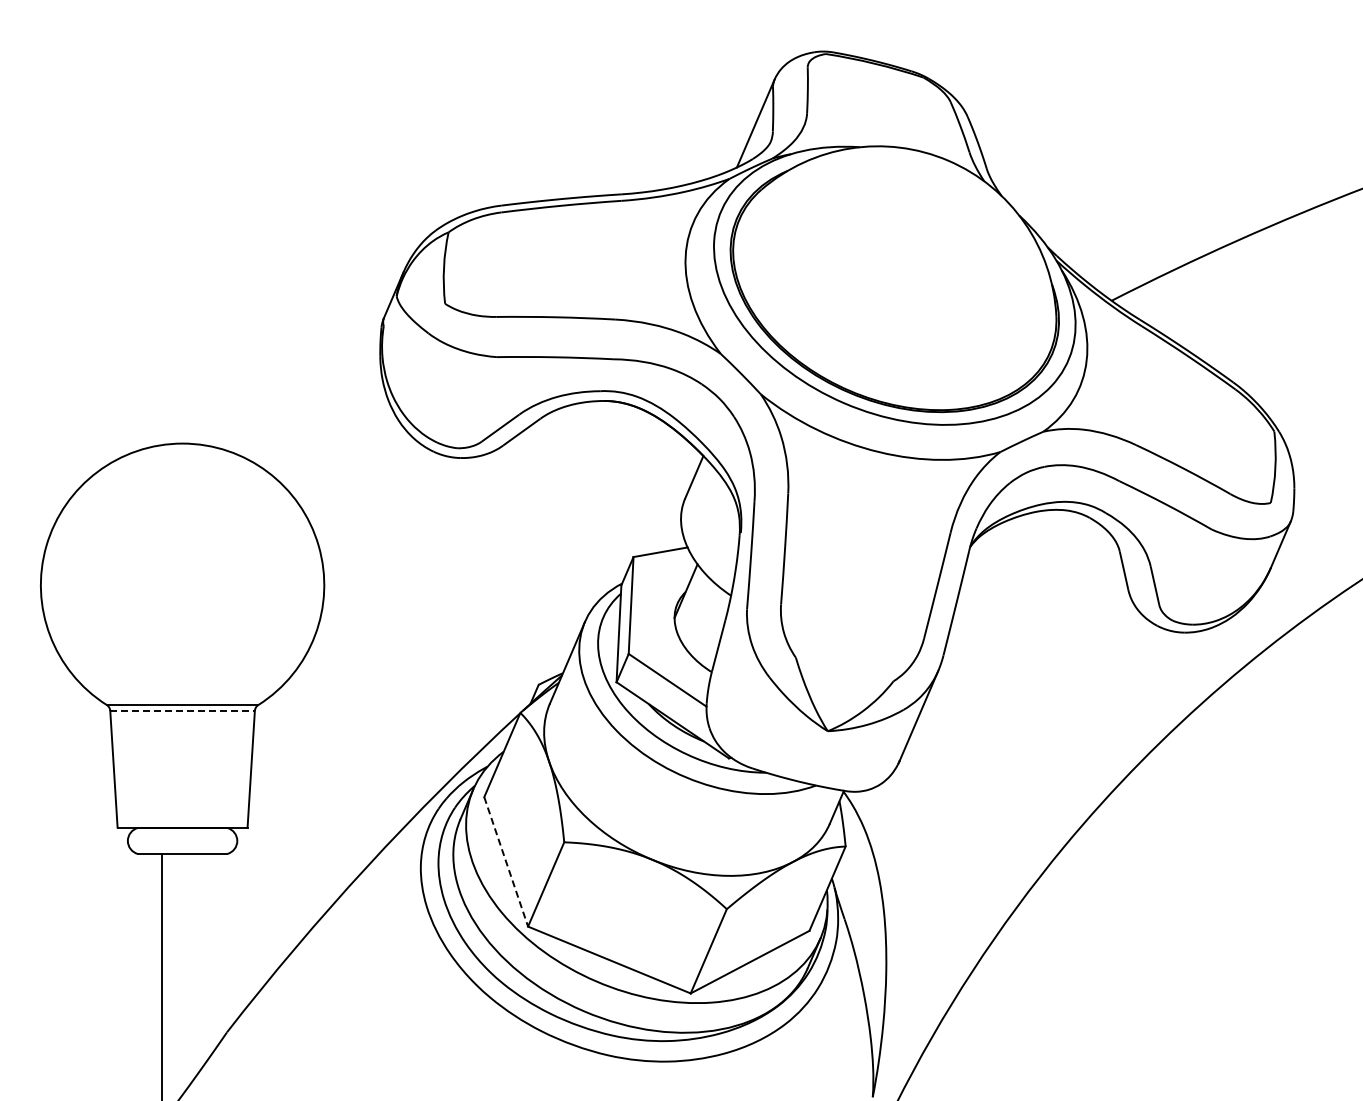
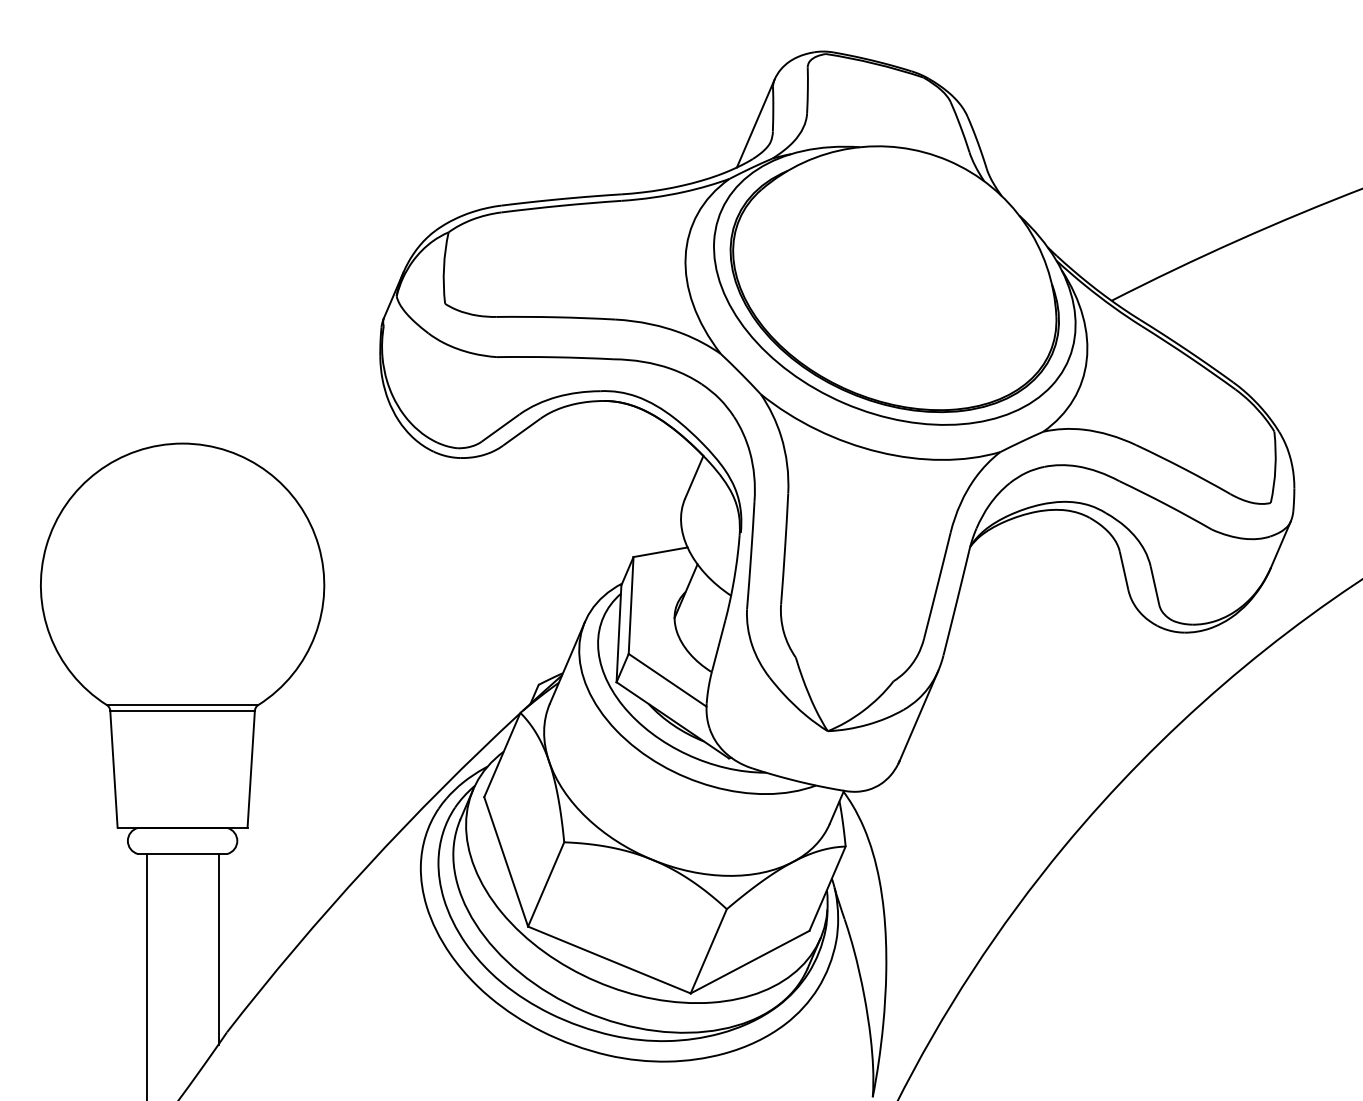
line at (183, 710): dashed -> solid
line at (506, 862): dashed -> solid
line at (218, 948): none -> present
line at (161, 975) position: (161, 975) -> (146, 975)
